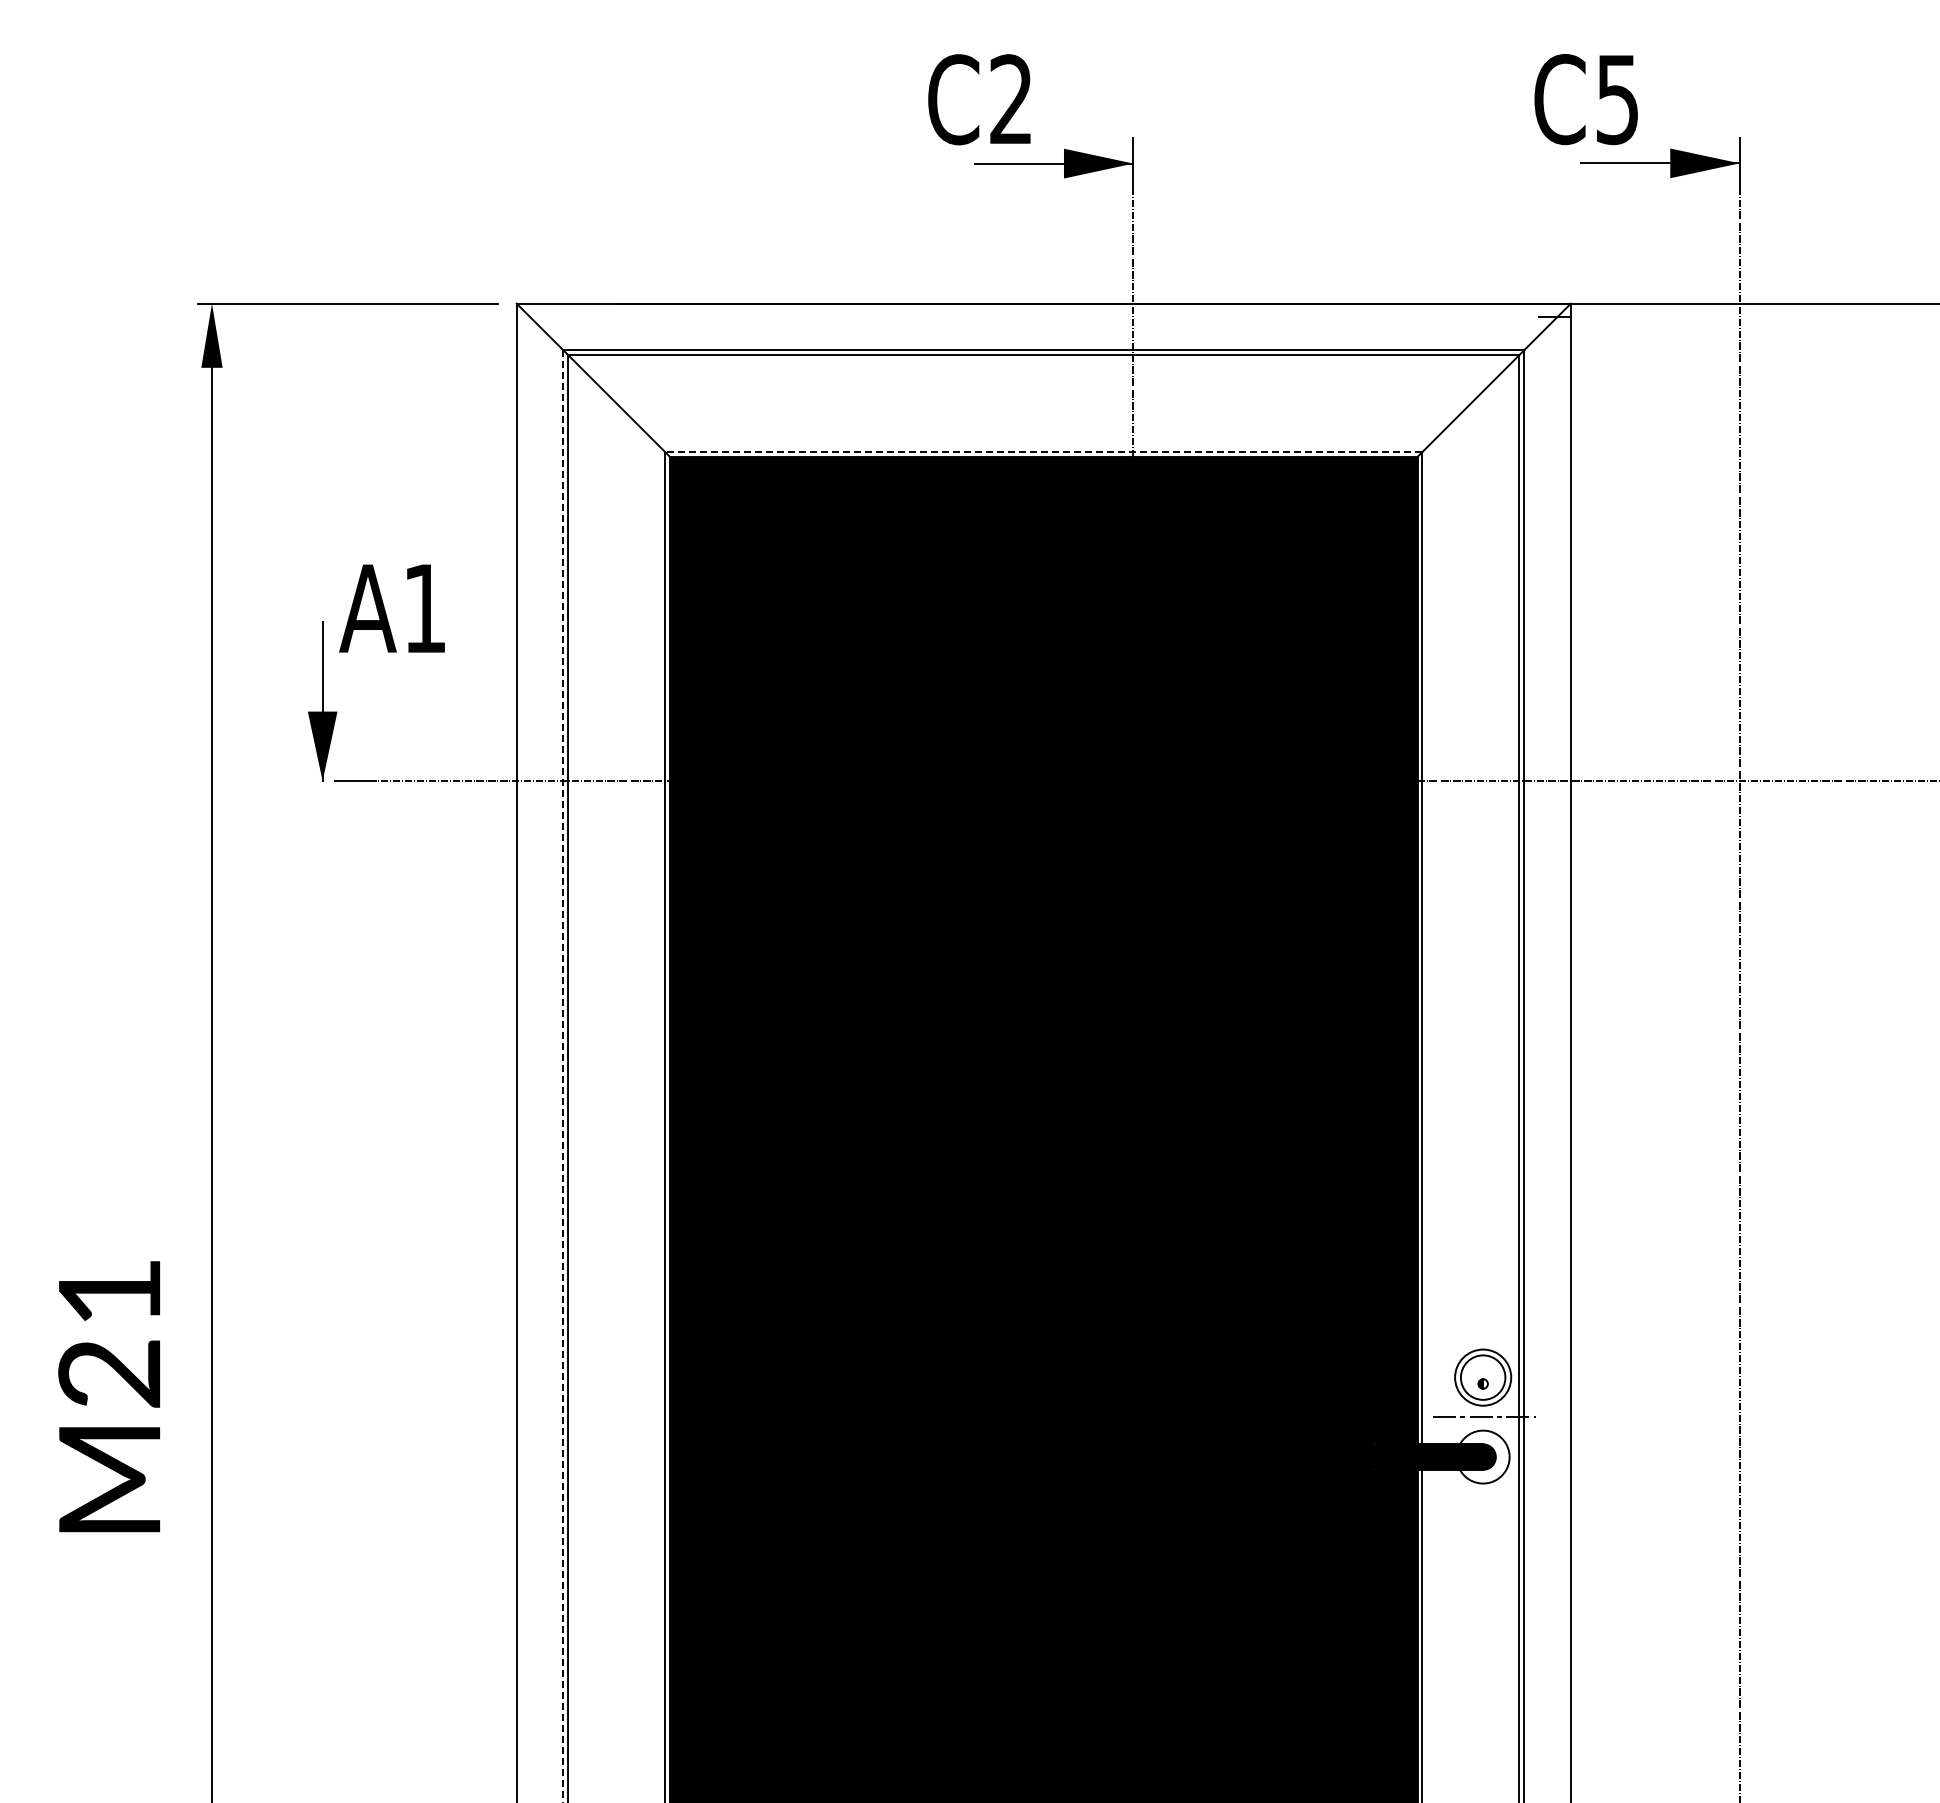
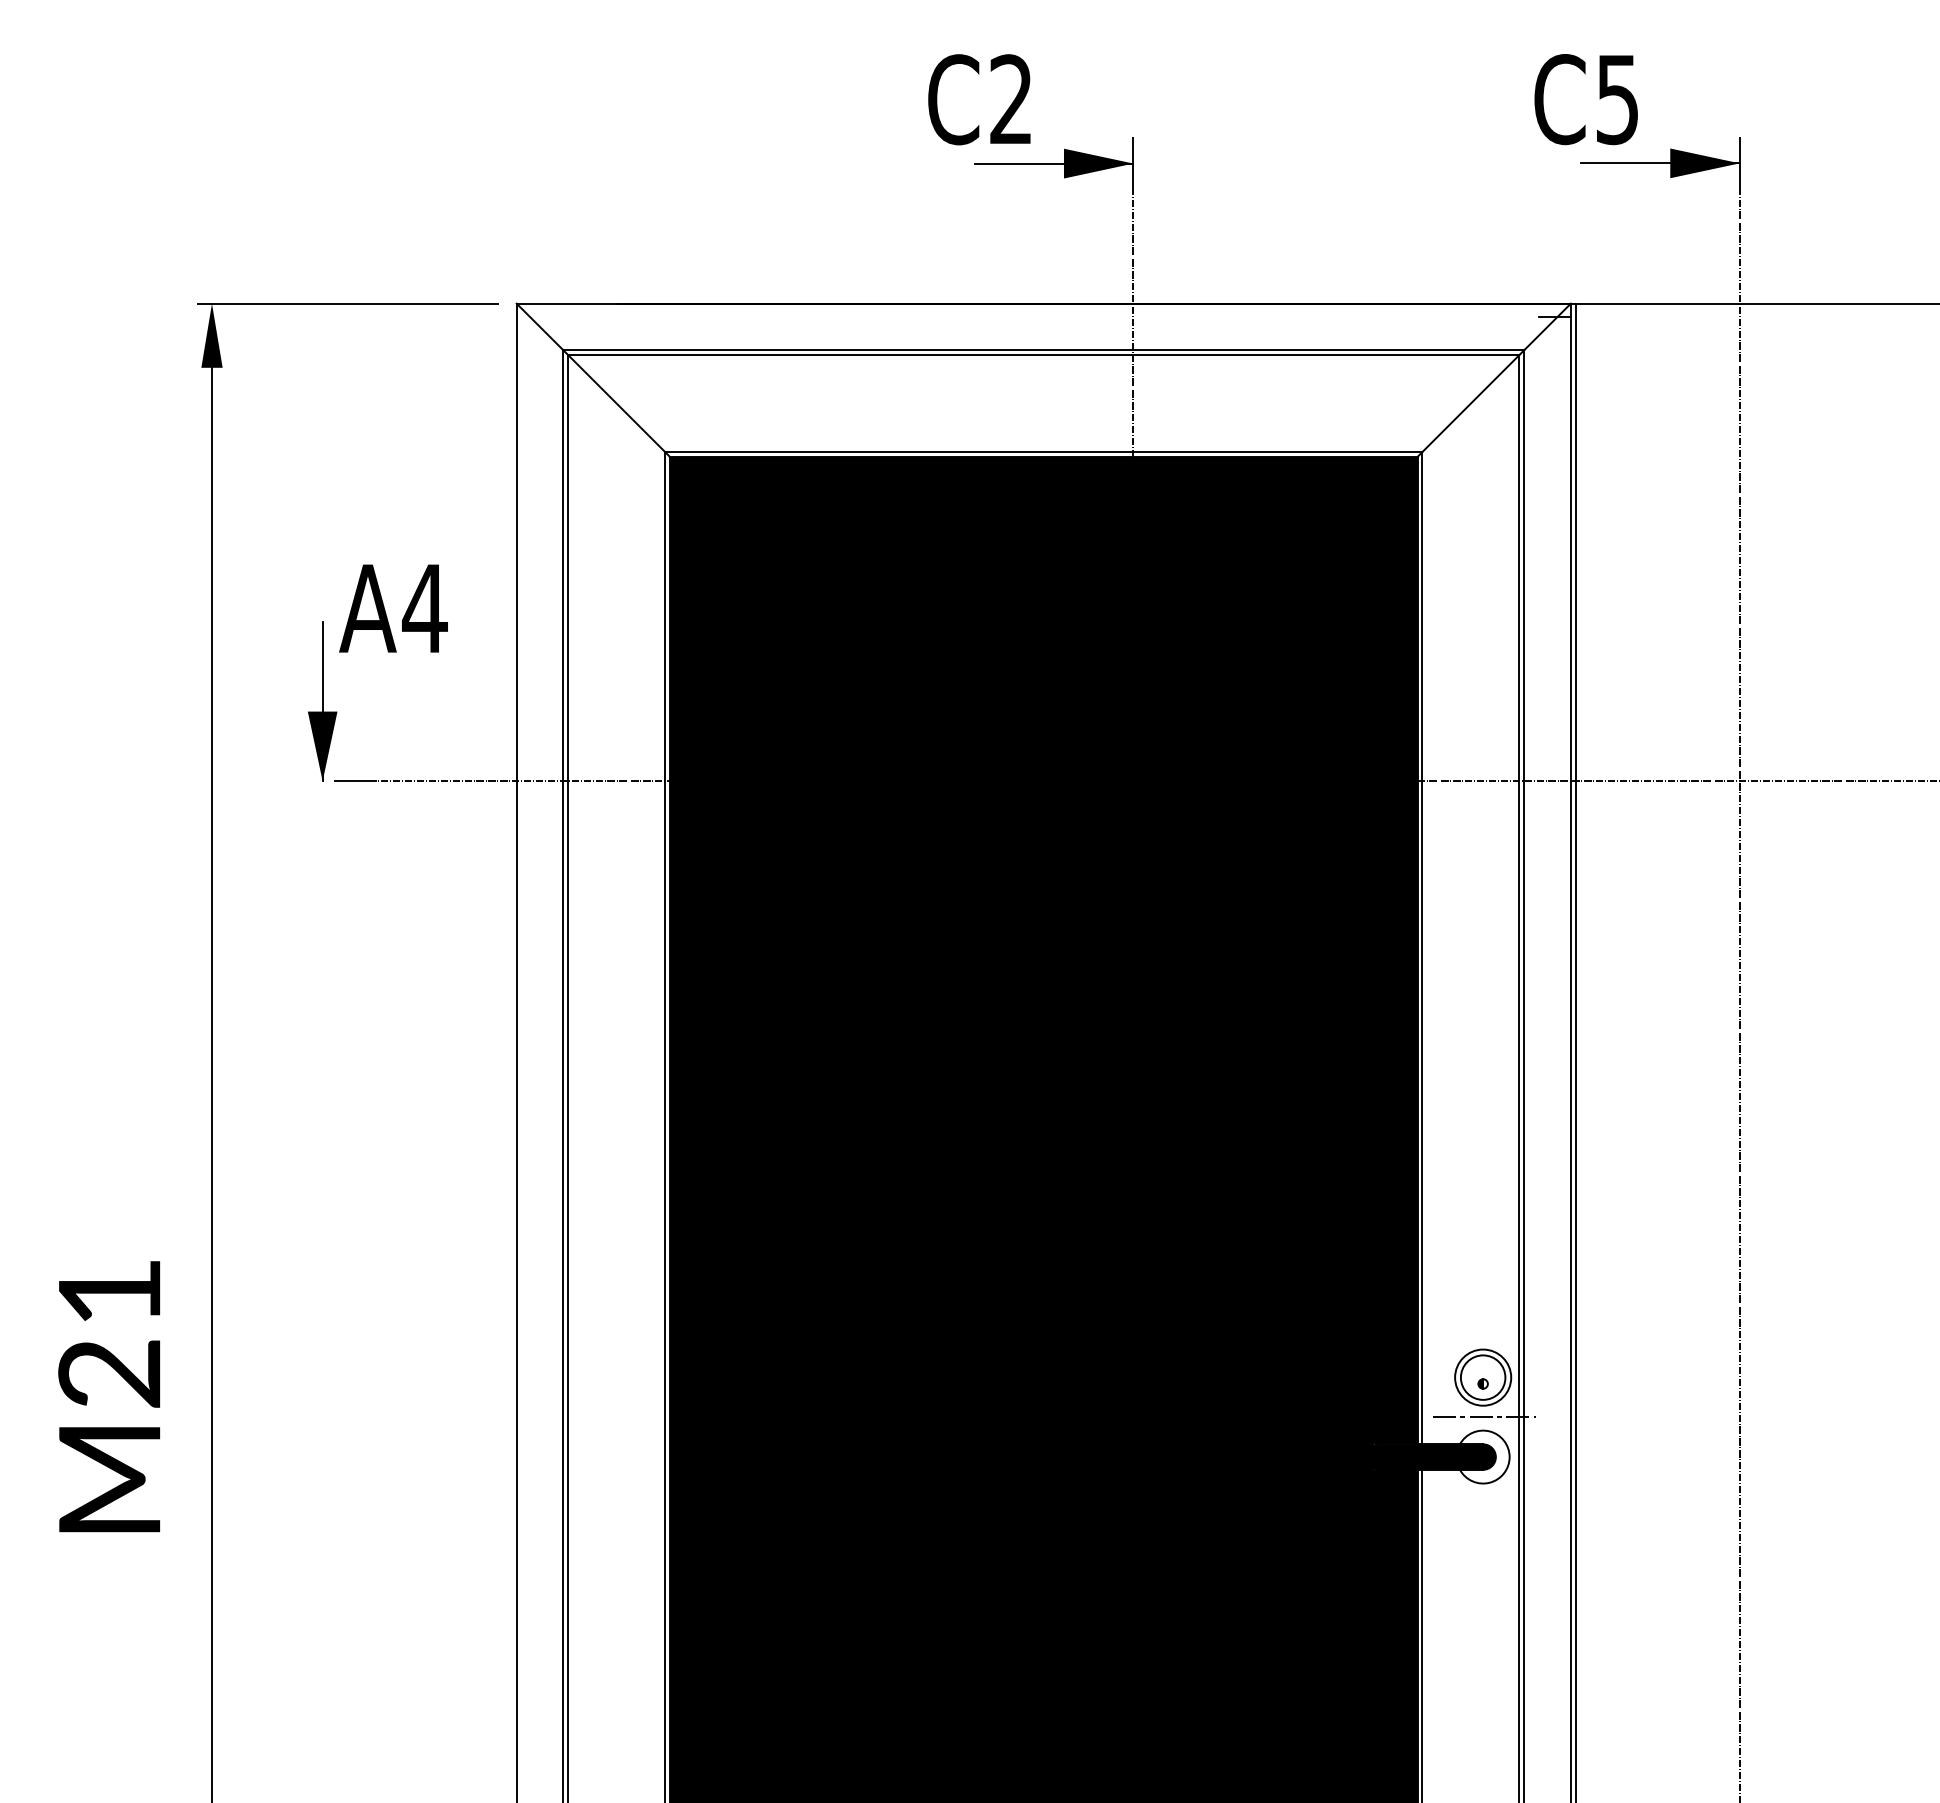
line at (1043, 452): dashed -> solid
text at (424, 608): A1 -> A4
line at (1576, 1051): none -> present
line at (563, 1076): dashed -> solid
